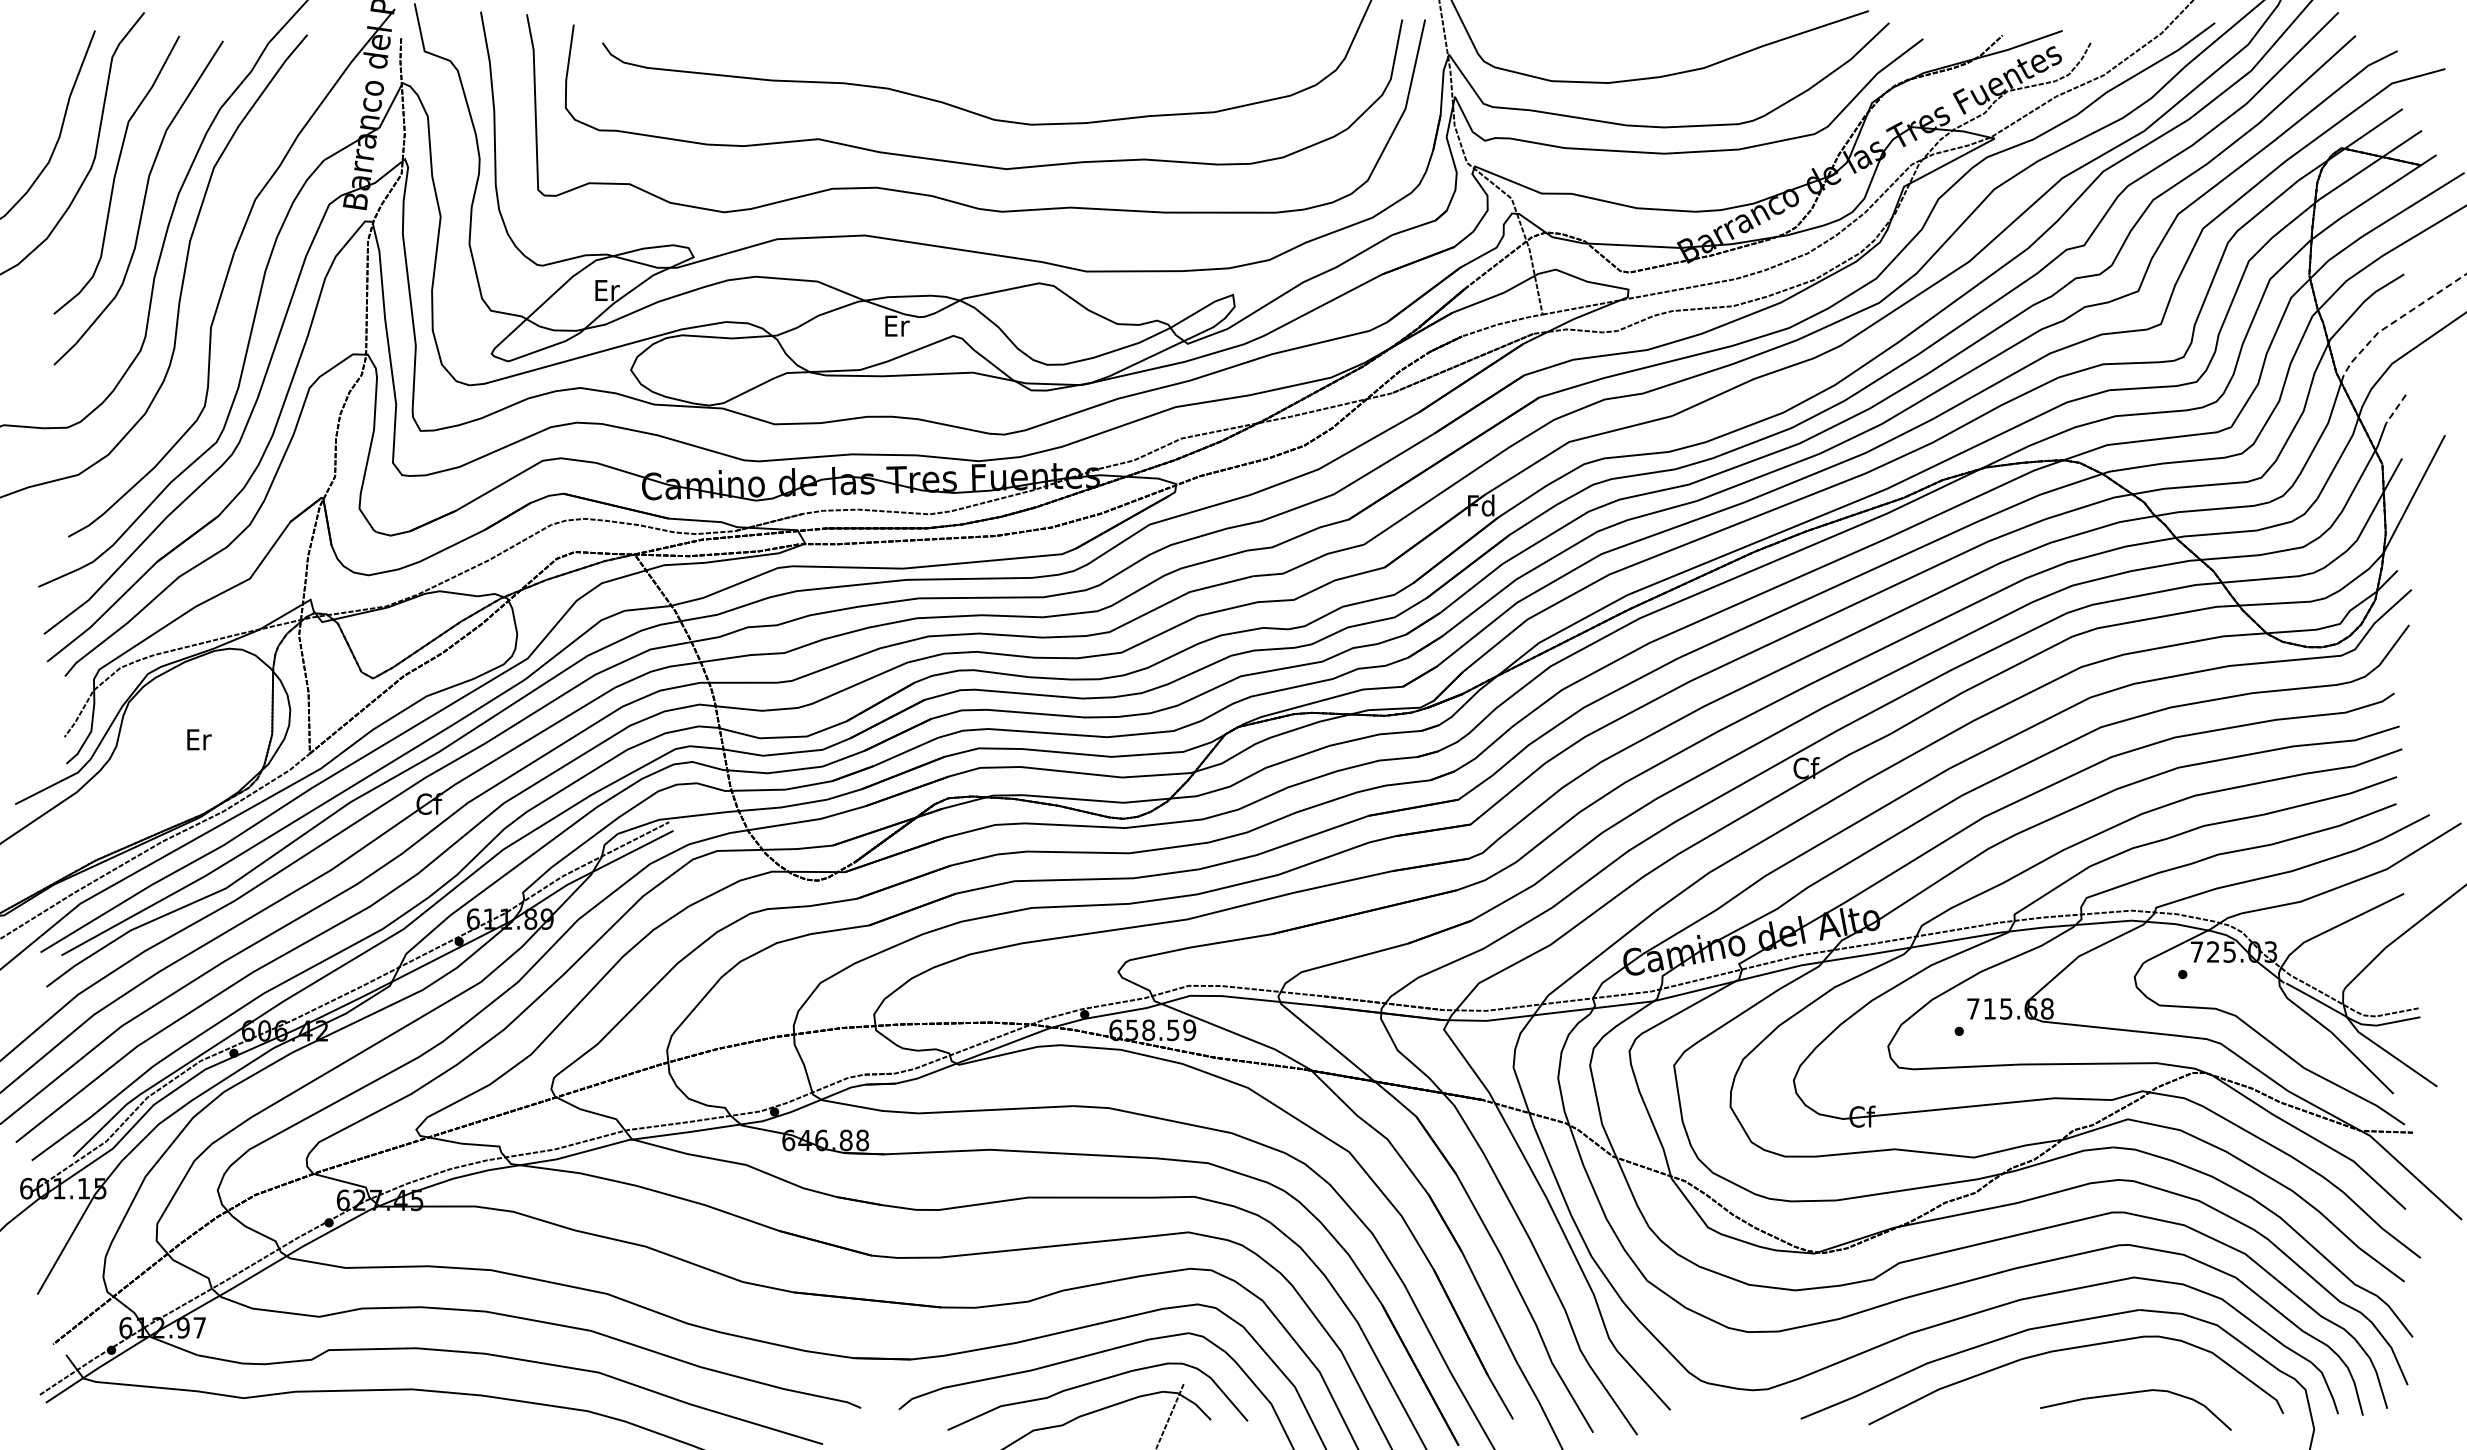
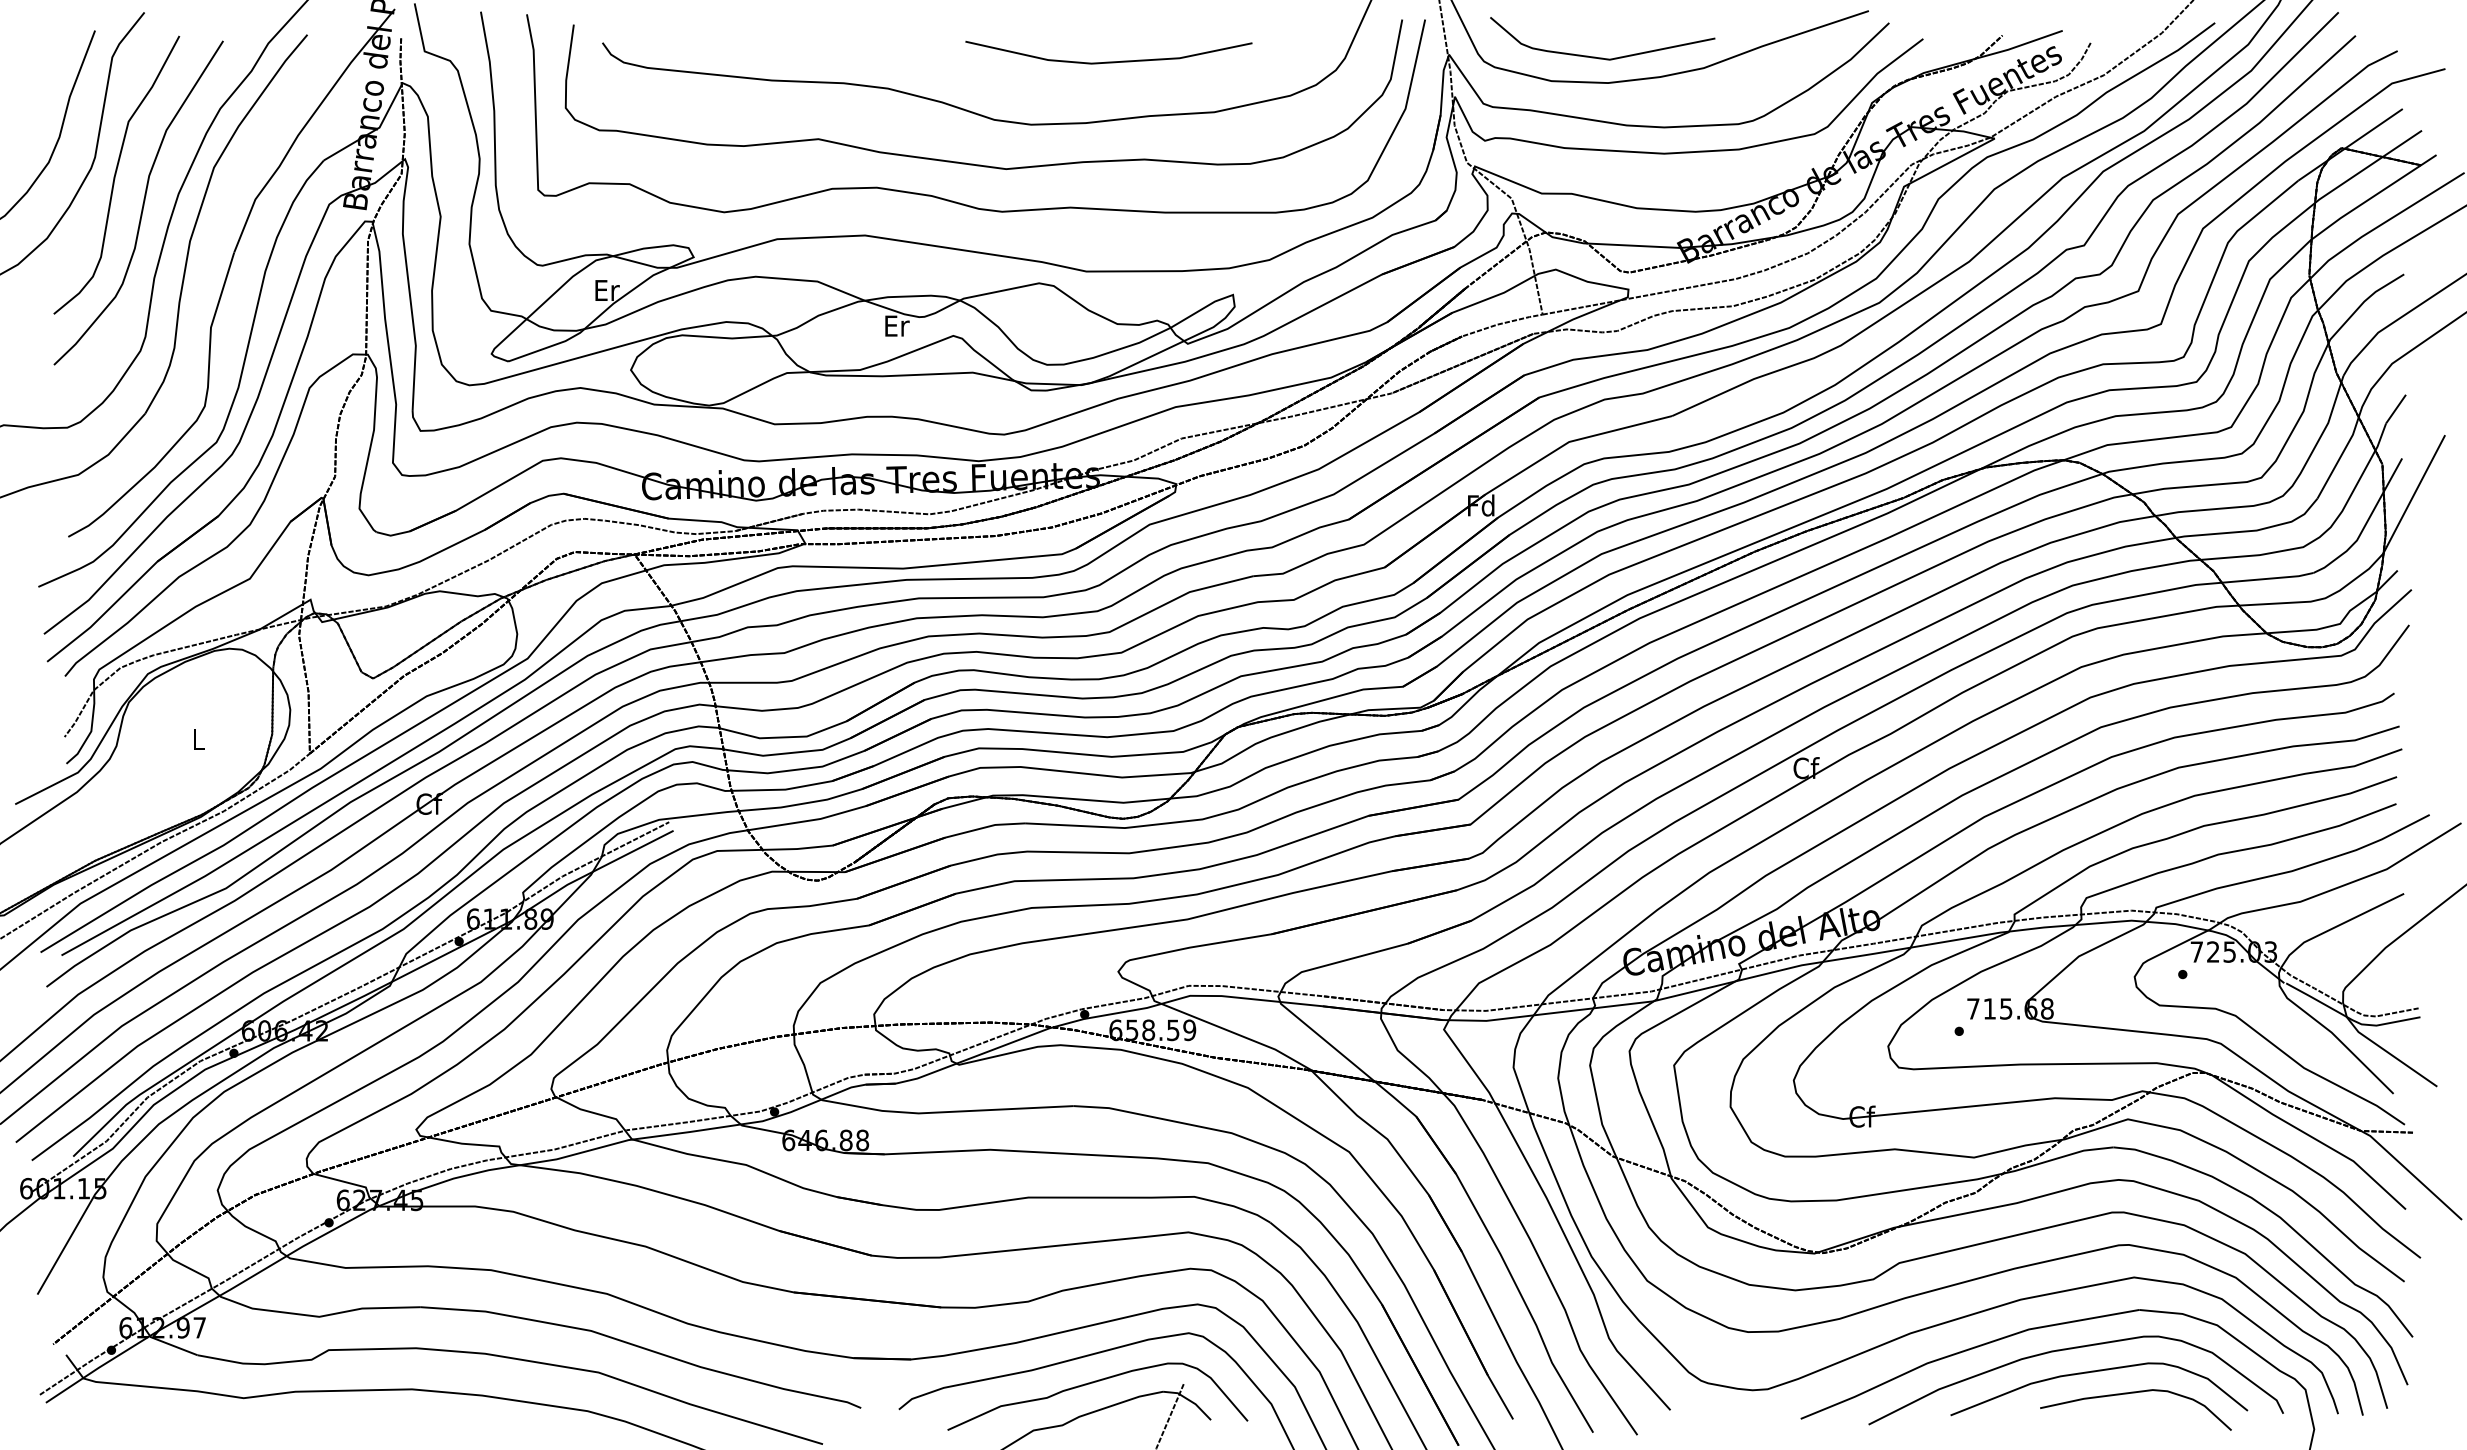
curve at (1602, 57): none -> present
line at (1108, 61): none -> present
line at (2398, 319): dashed -> solid
line at (2395, 409): dashed -> solid
text at (199, 739): Er -> L
curve at (2095, 1372): none -> present
